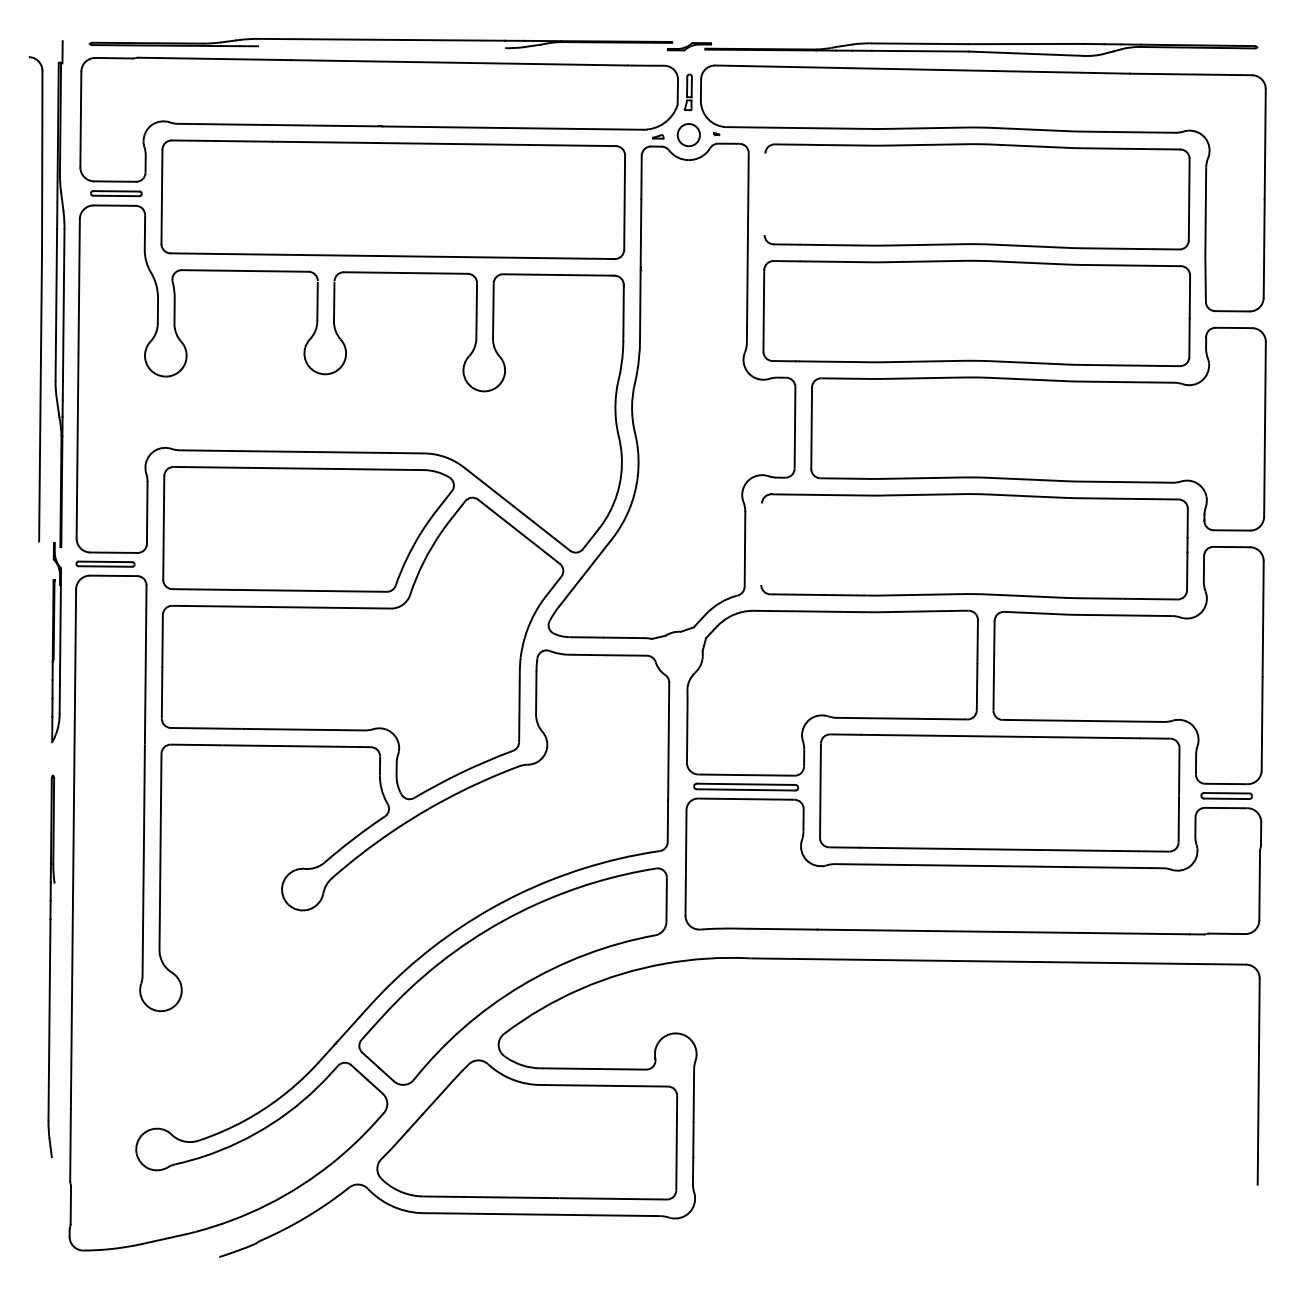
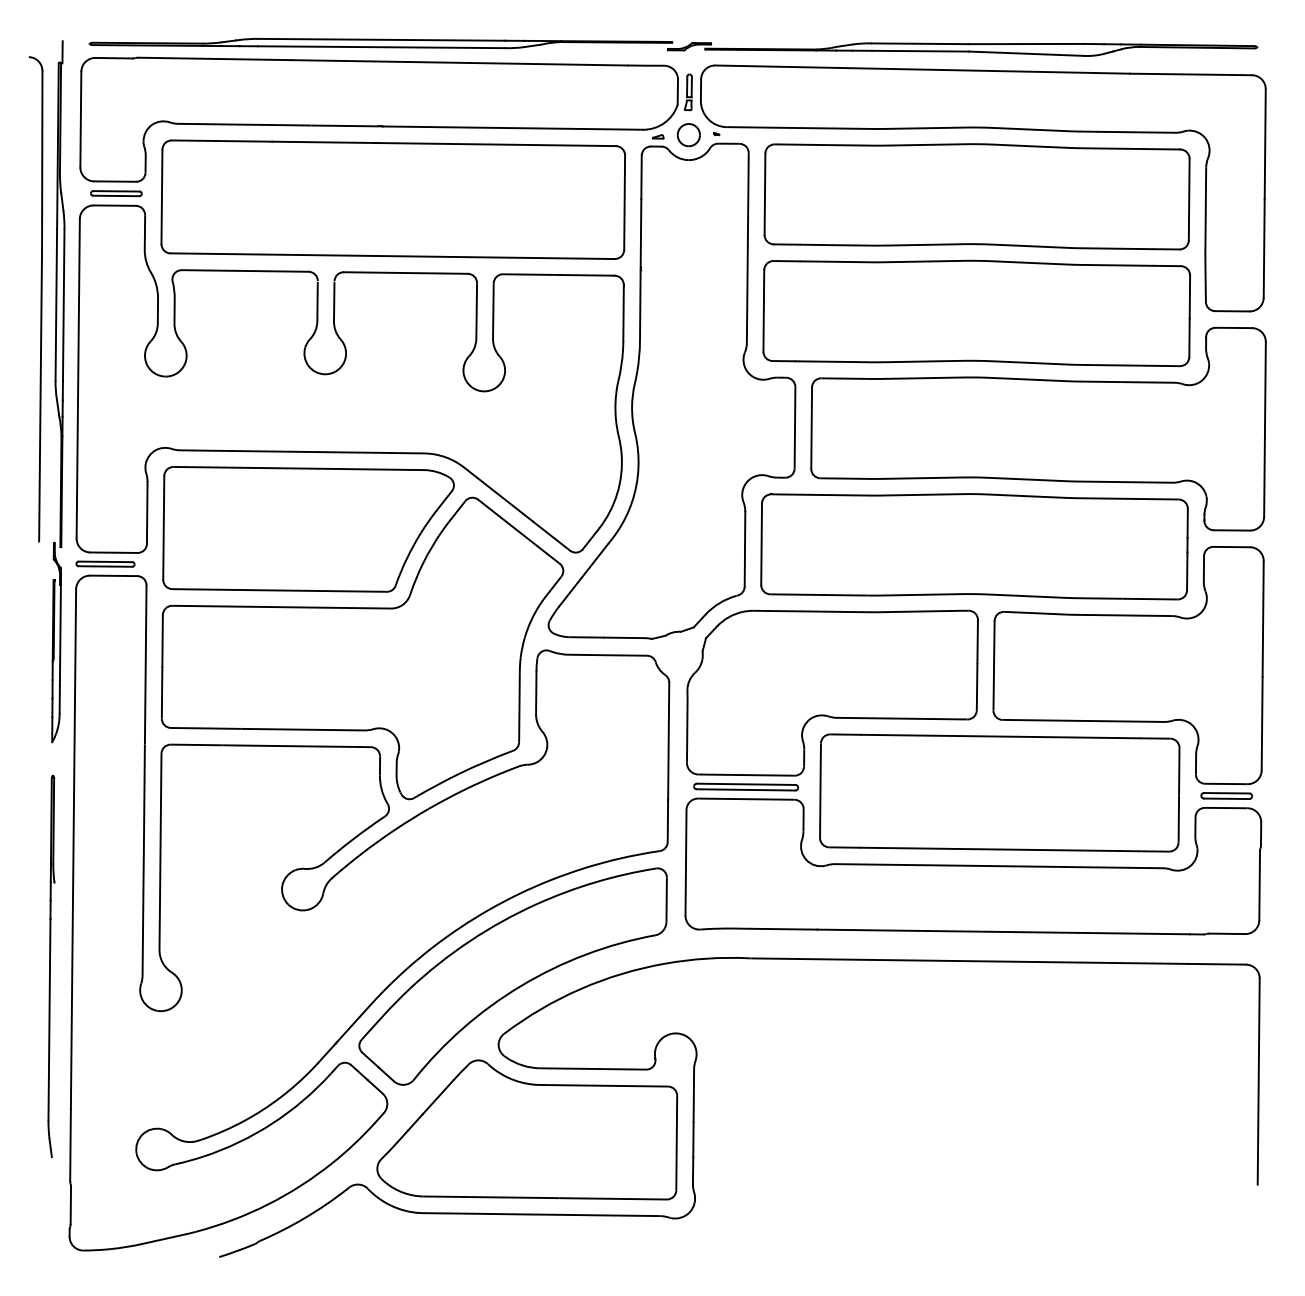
line at (381, 47): none -> present
line at (764, 194): none -> present
line at (761, 543): none -> present
